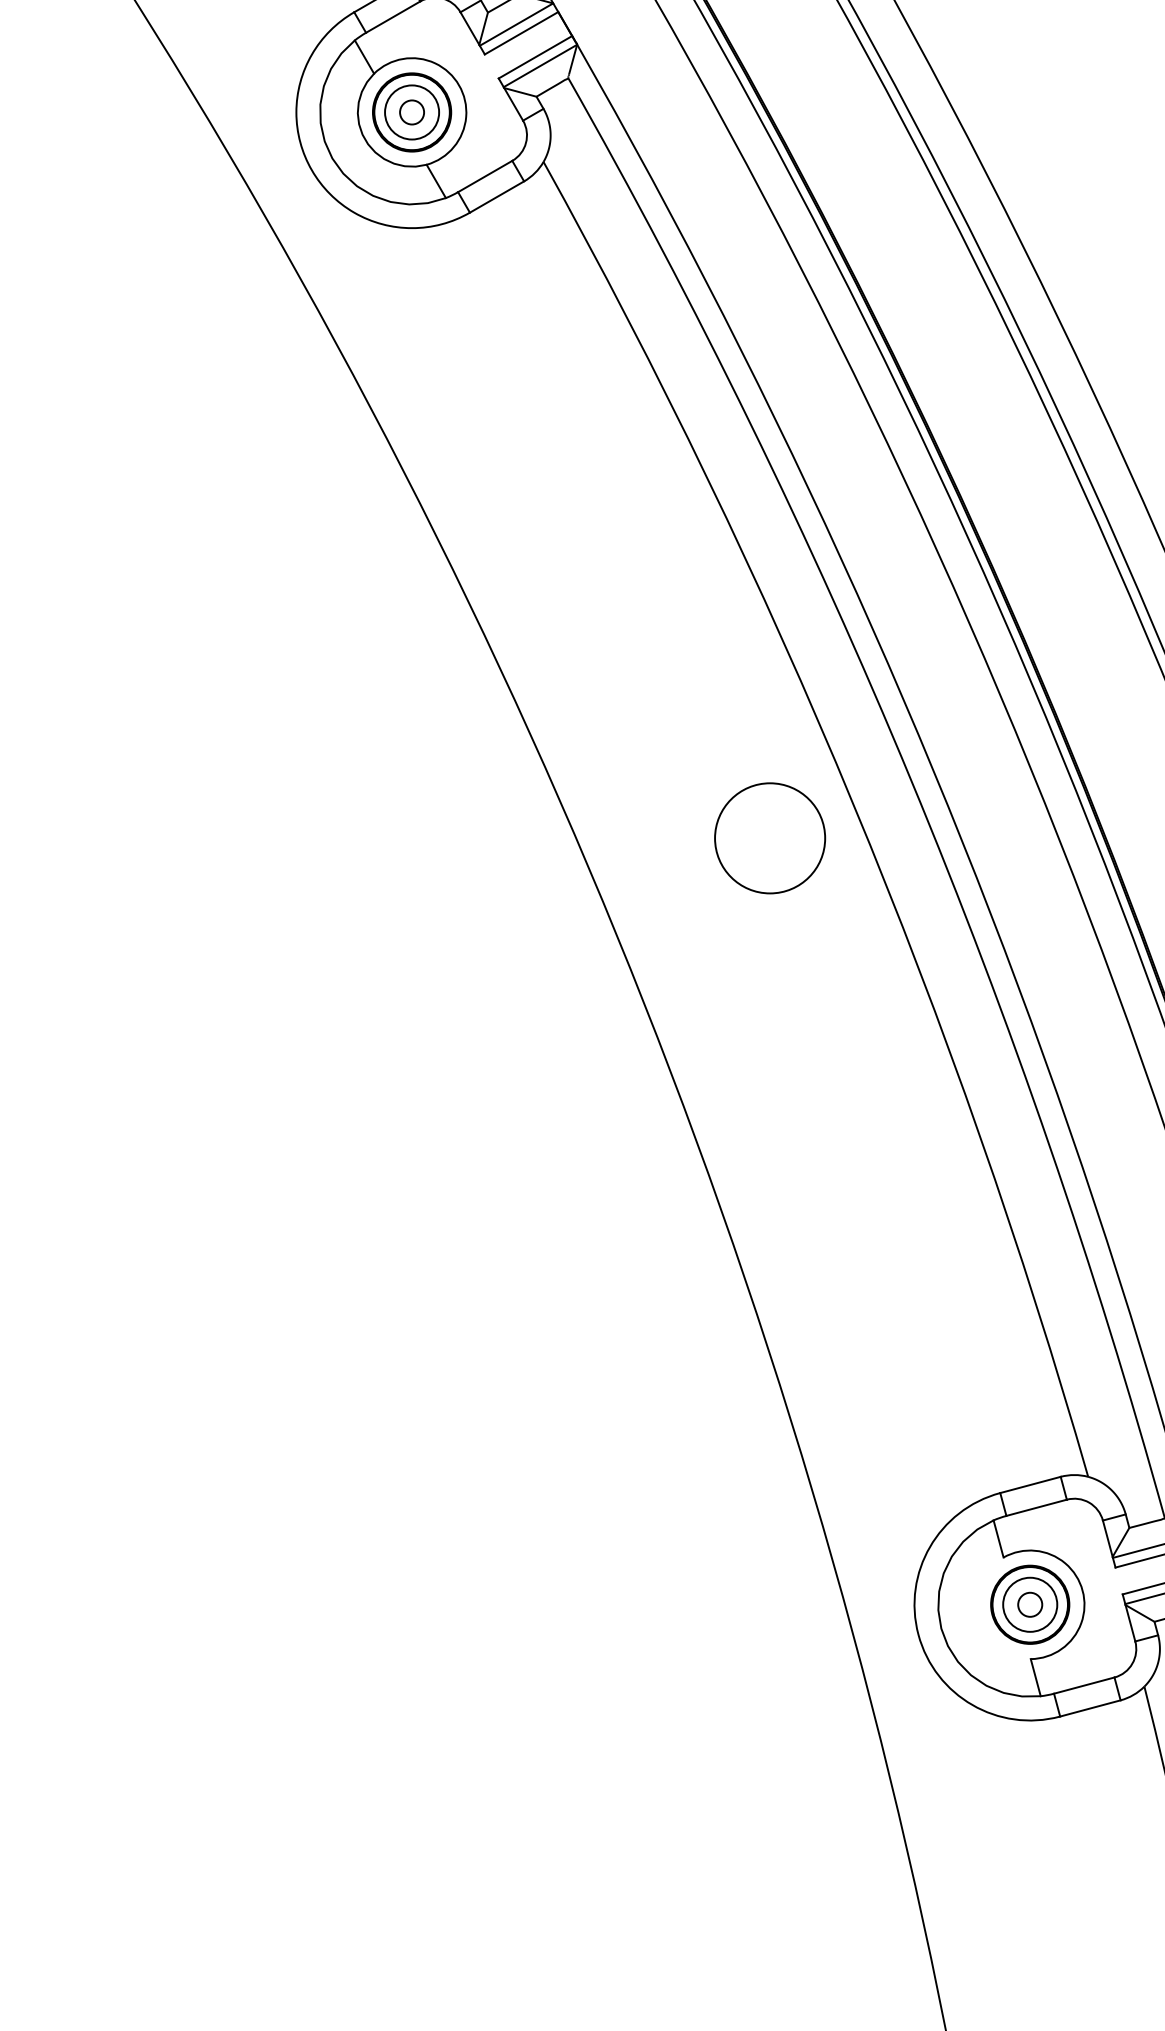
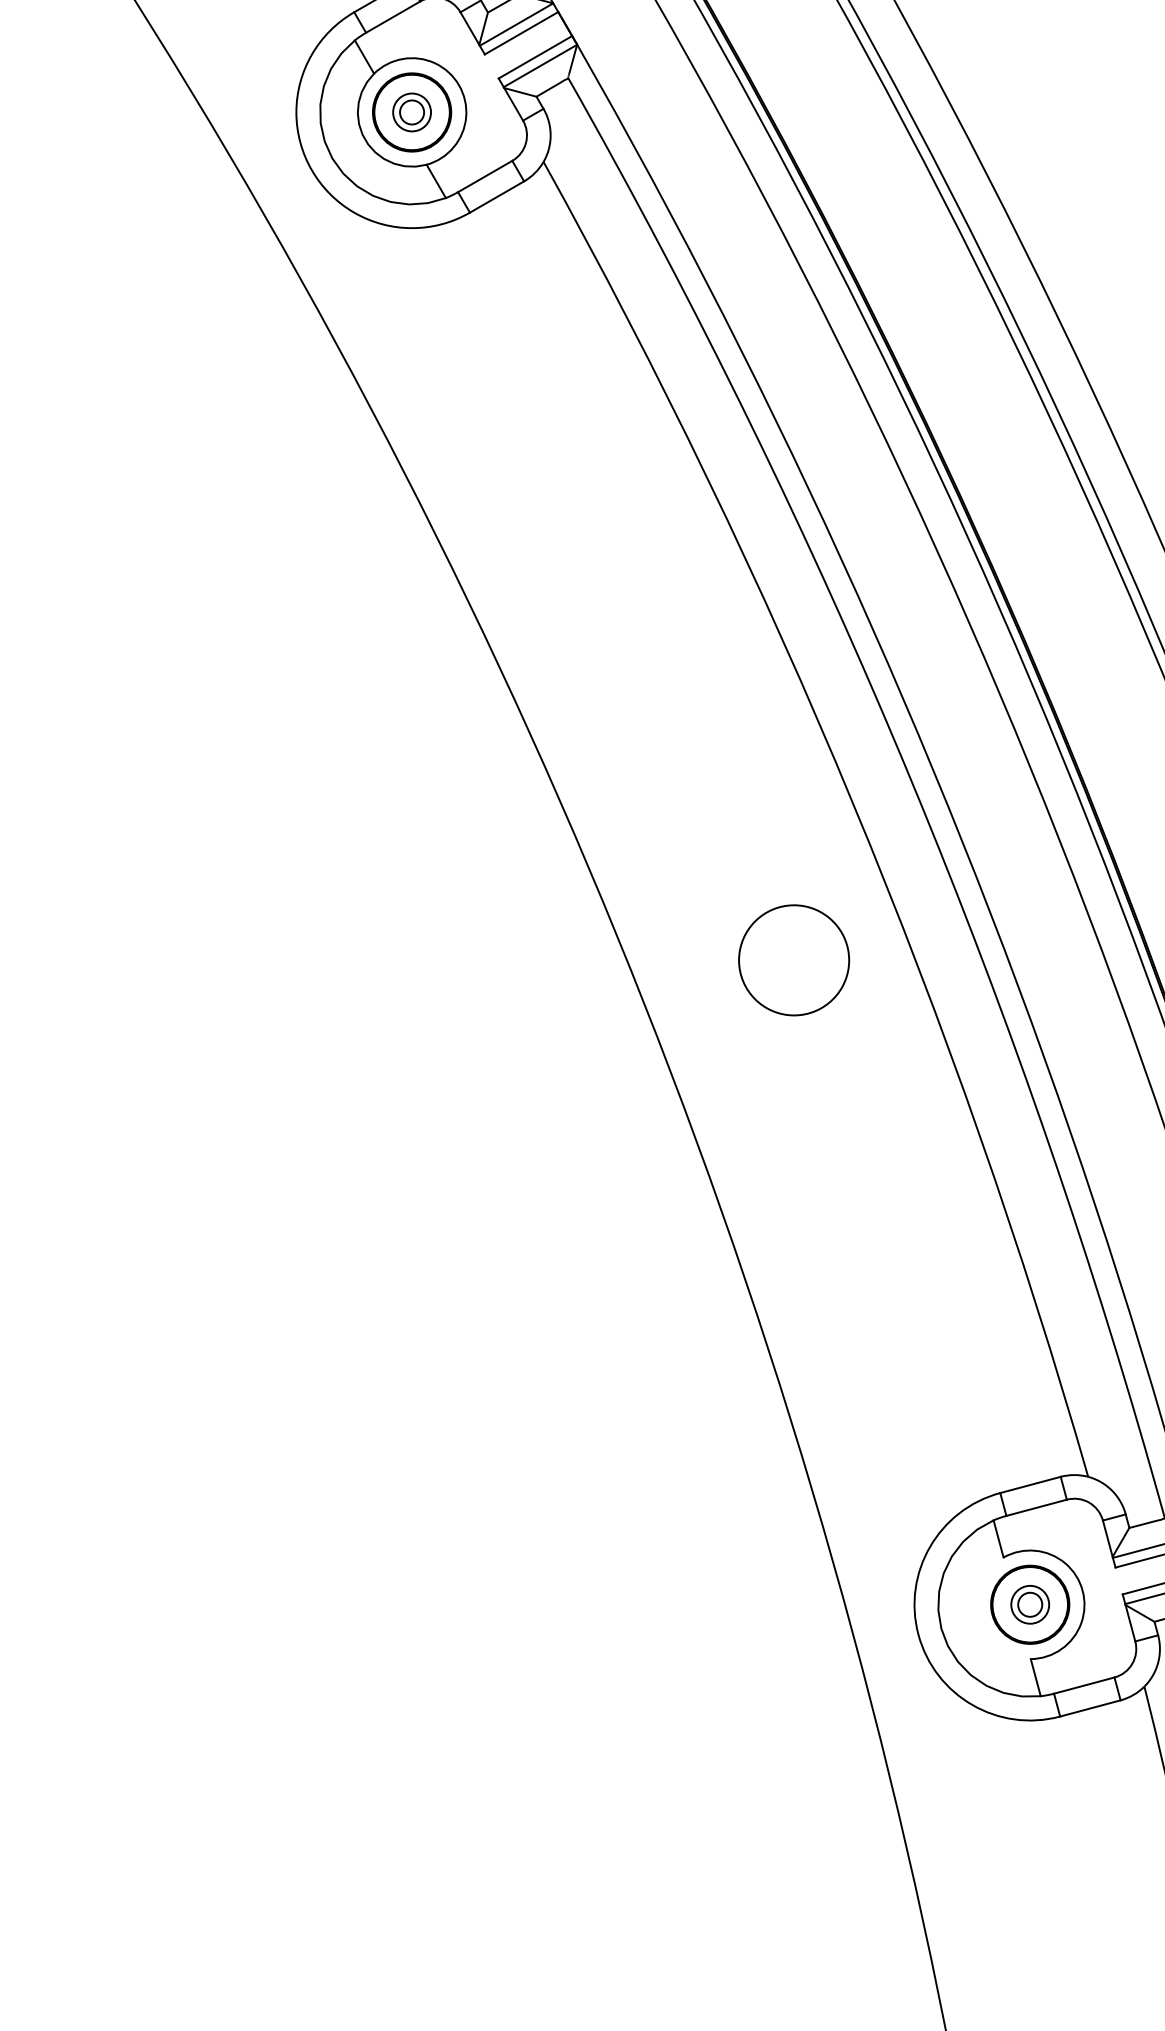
circle at (412, 112) diameter: 54 px -> 38 px
circle at (770, 838) position: (770, 838) -> (794, 960)
circle at (1030, 1604) diameter: 54 px -> 38 px
